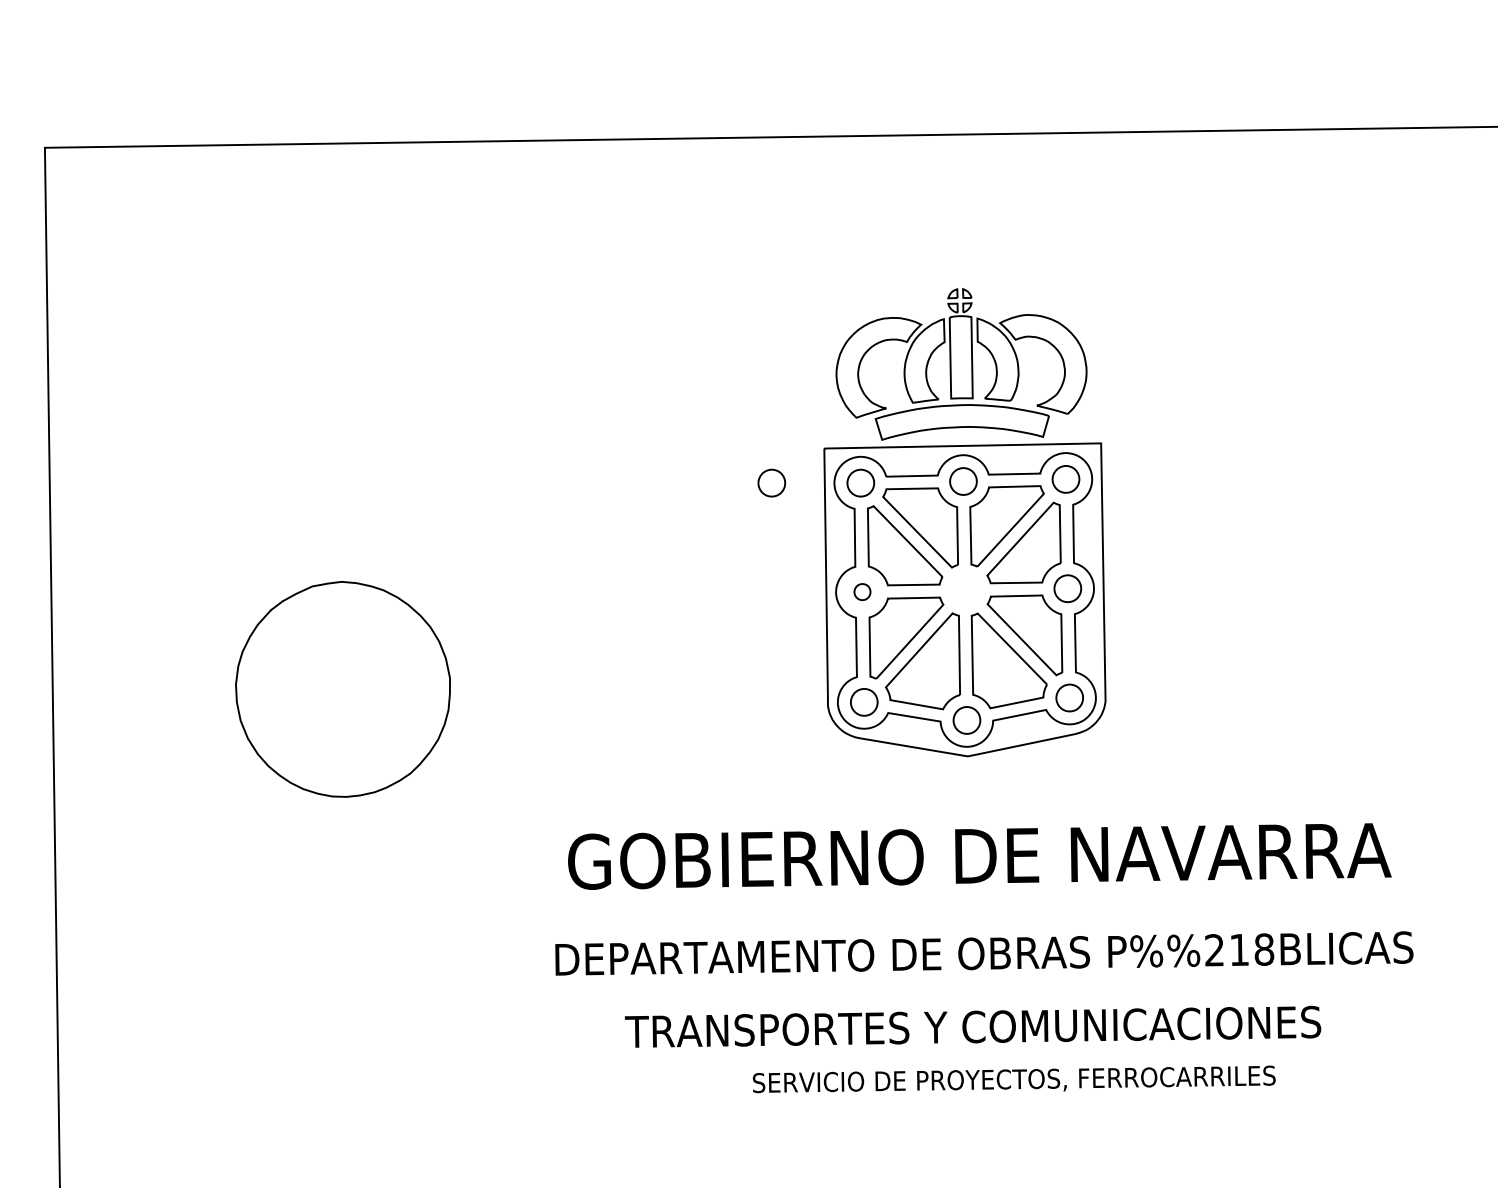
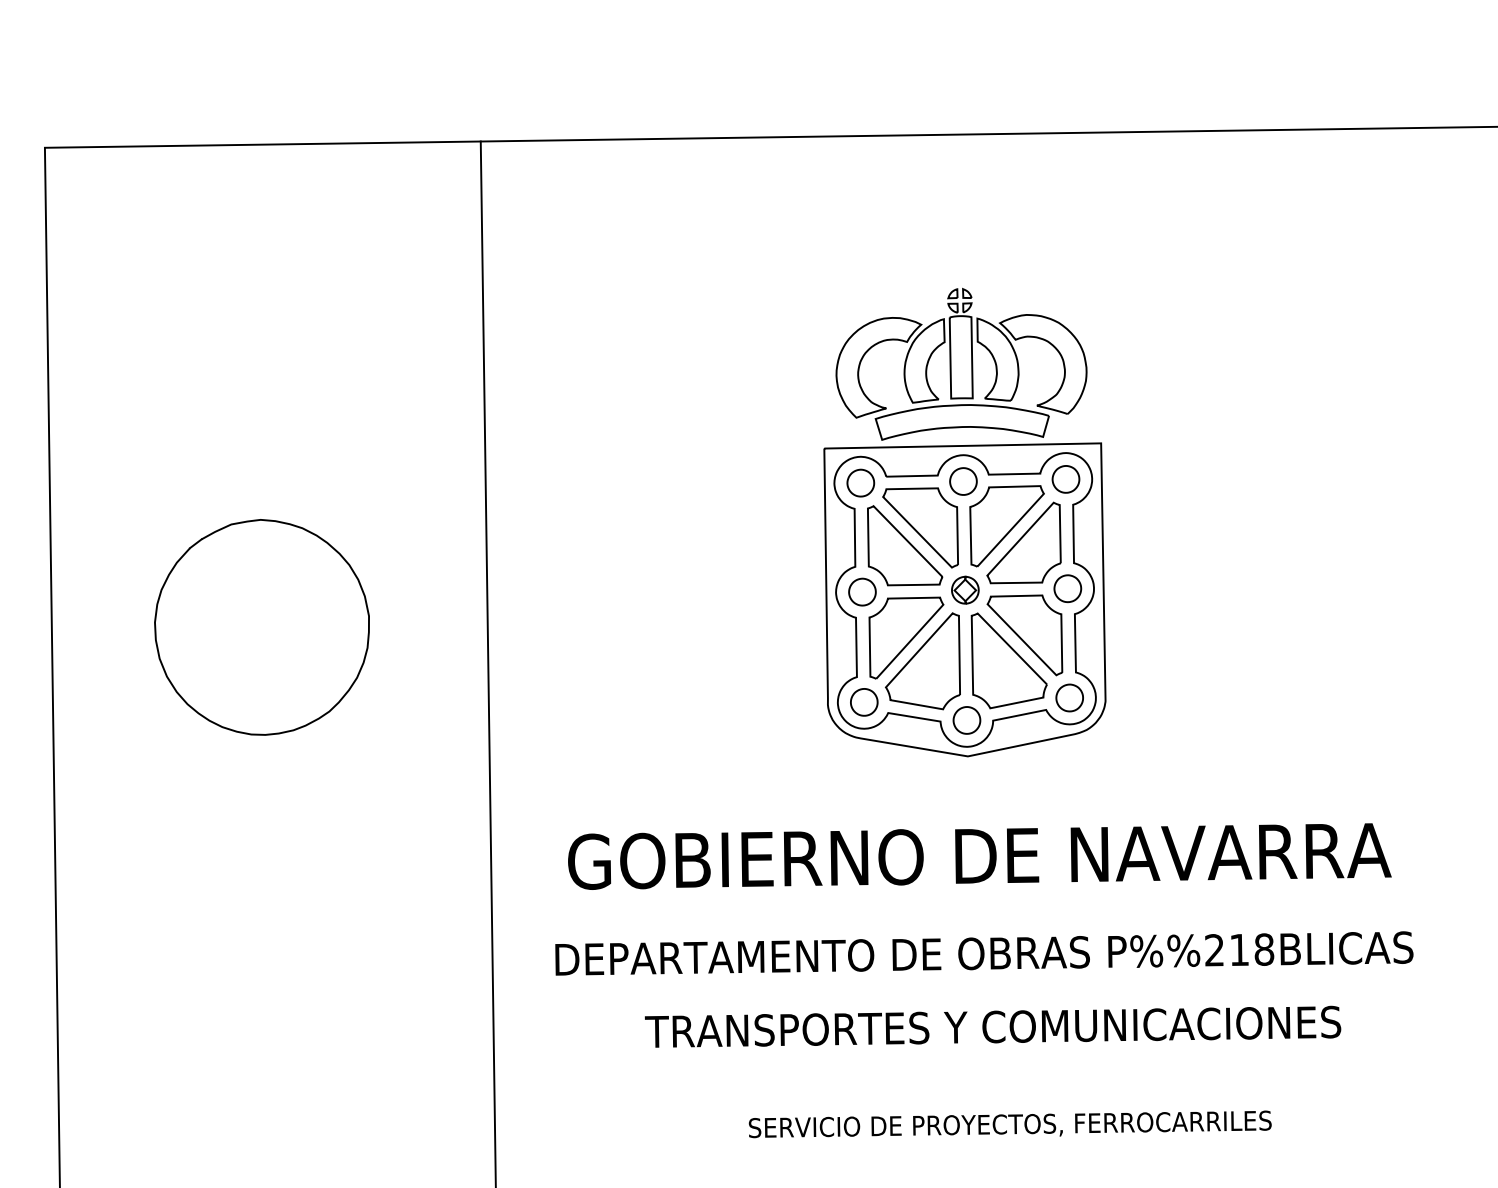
part at (771, 482): present -> none
part at (965, 589): none -> present
part at (862, 591) size: 19x18 px -> 29x30 px
line at (487, 662): none -> present
part at (342, 689) position: (342, 689) -> (261, 627)
text at (973, 1026) position: (973, 1026) -> (993, 1026)
text at (1013, 1079) position: (1013, 1079) -> (1009, 1124)
